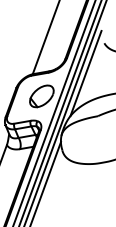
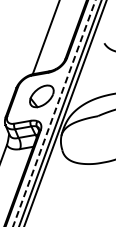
line at (85, 73): present -> none
line at (54, 113): solid -> dashed
line at (46, 182): present -> none
